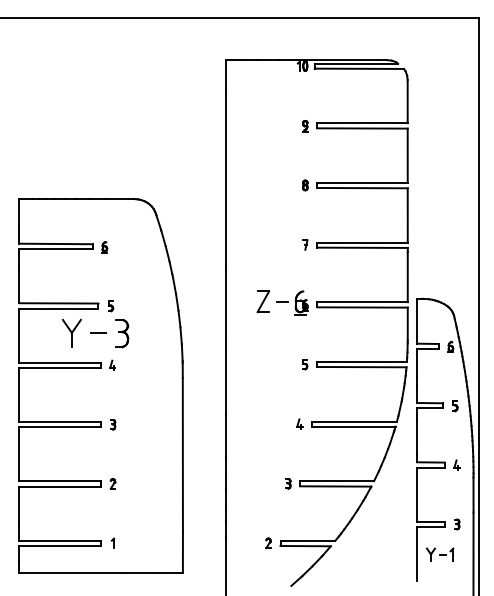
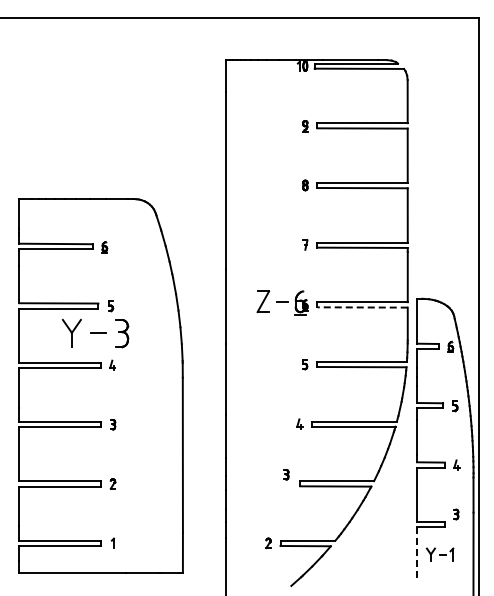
line at (362, 307): solid -> dashed
part at (288, 483) position: (288, 483) -> (286, 474)
part at (457, 524) position: (457, 524) -> (456, 514)
line at (417, 554): solid -> dashed
